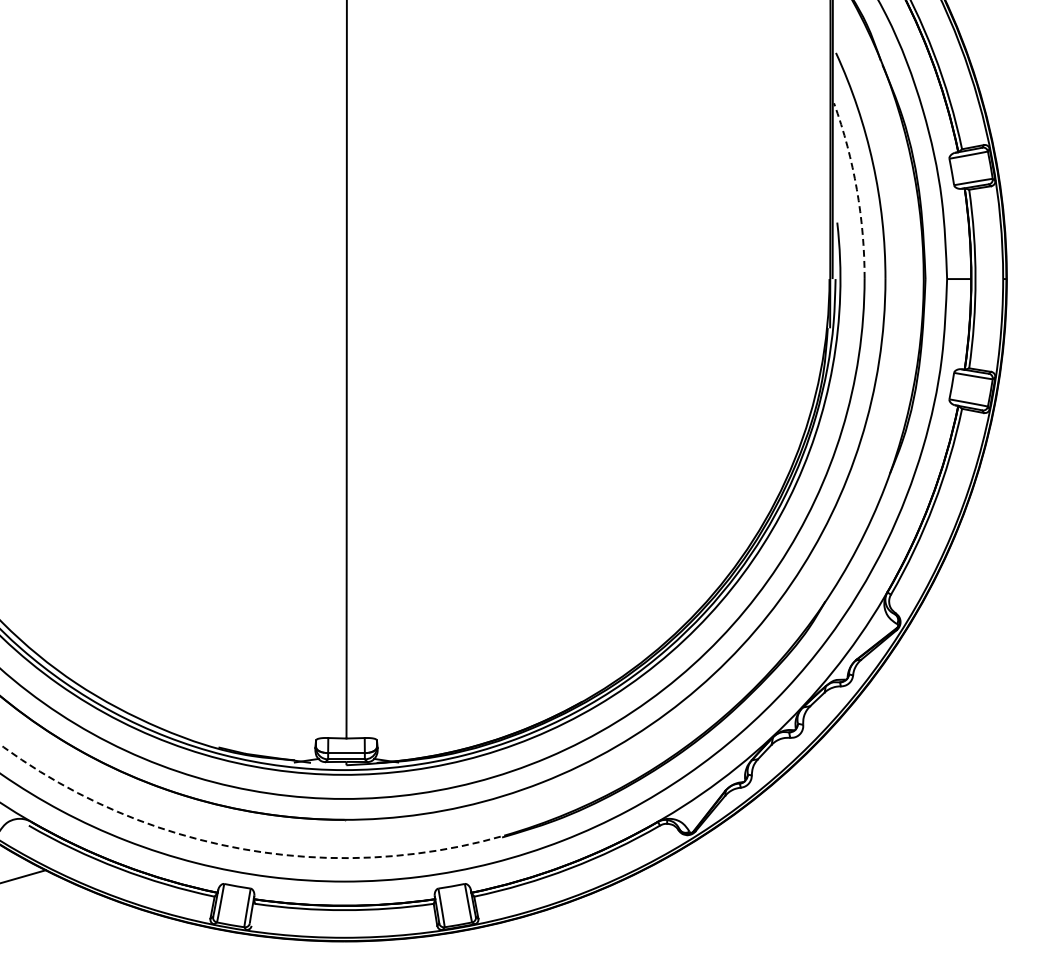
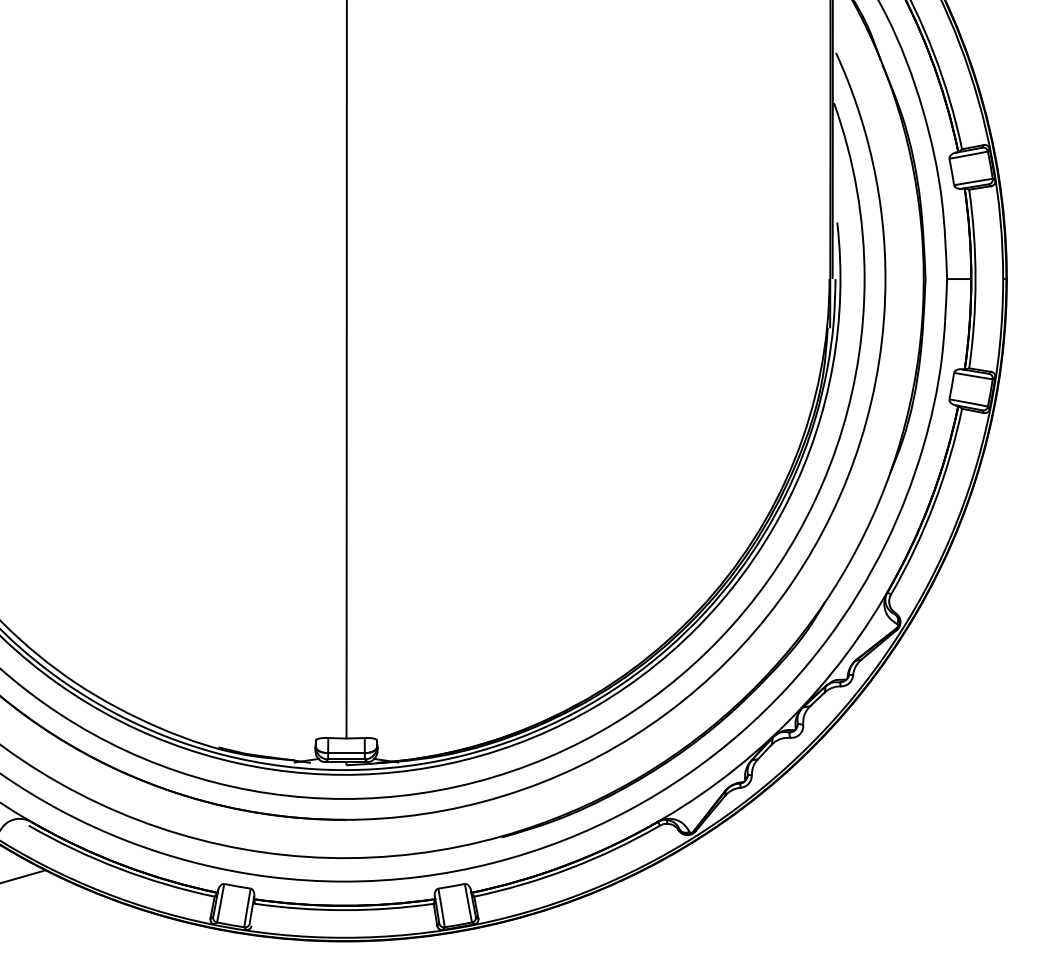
arc at (856, 189): dashed -> solid
arc at (241, 848): dashed -> solid
